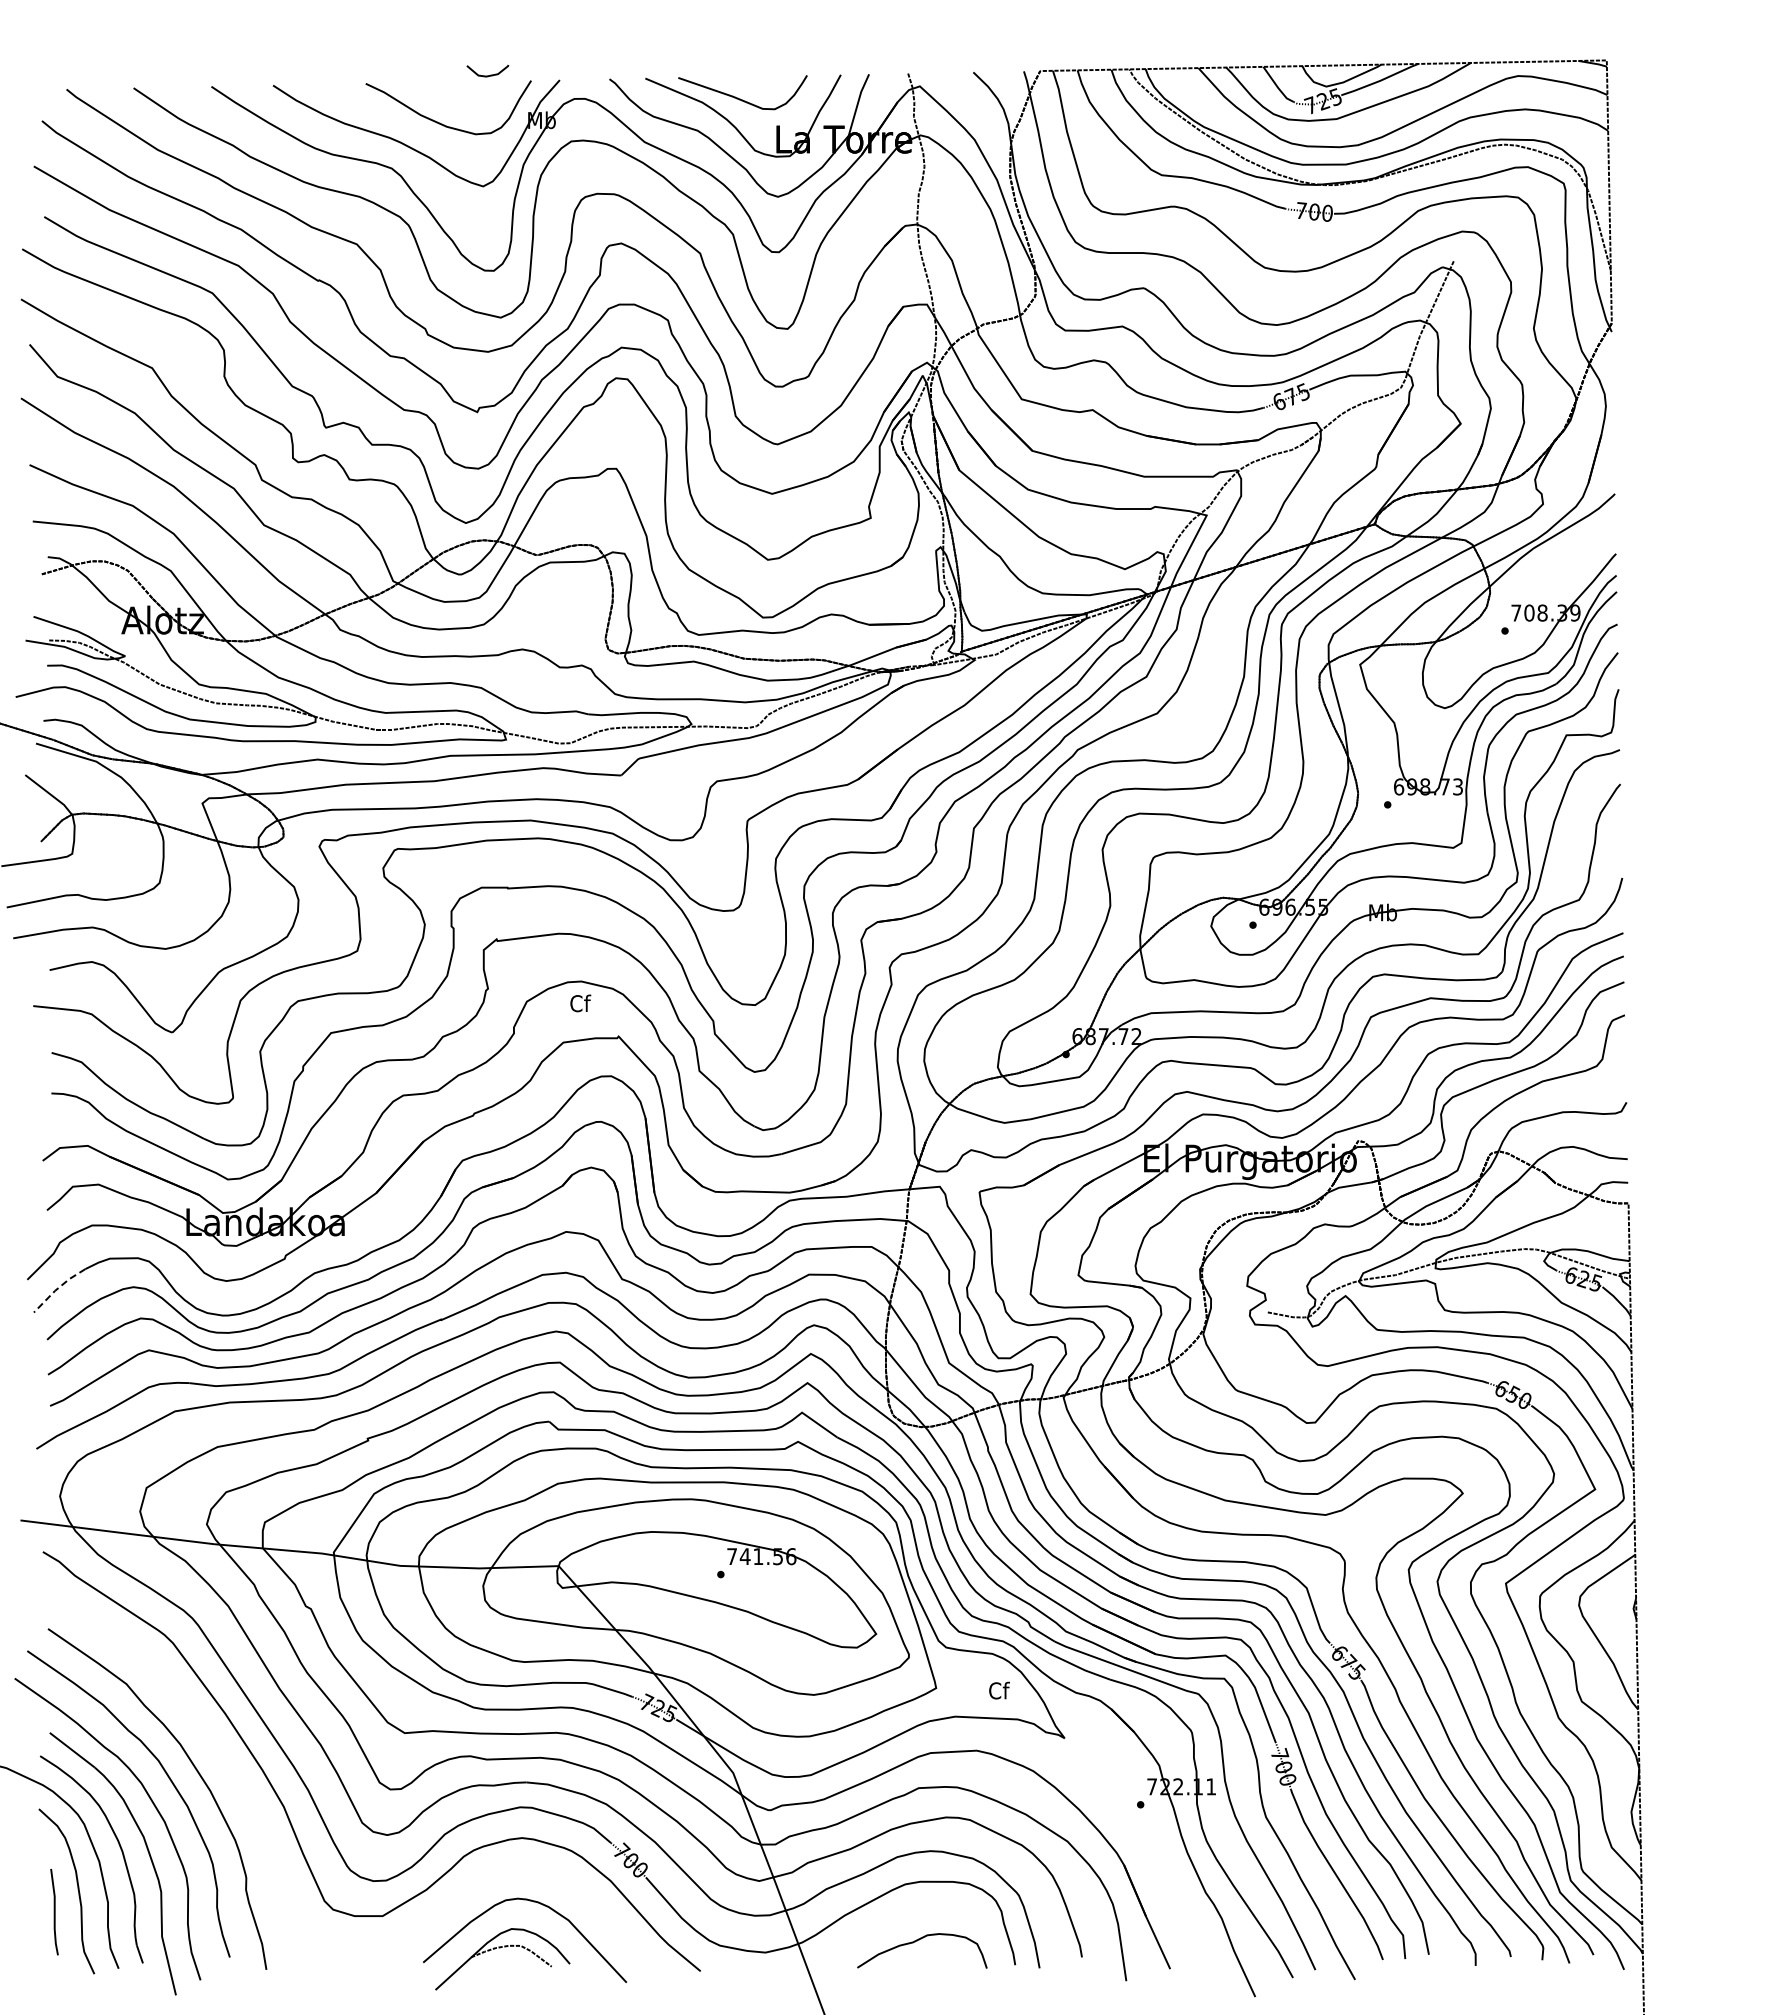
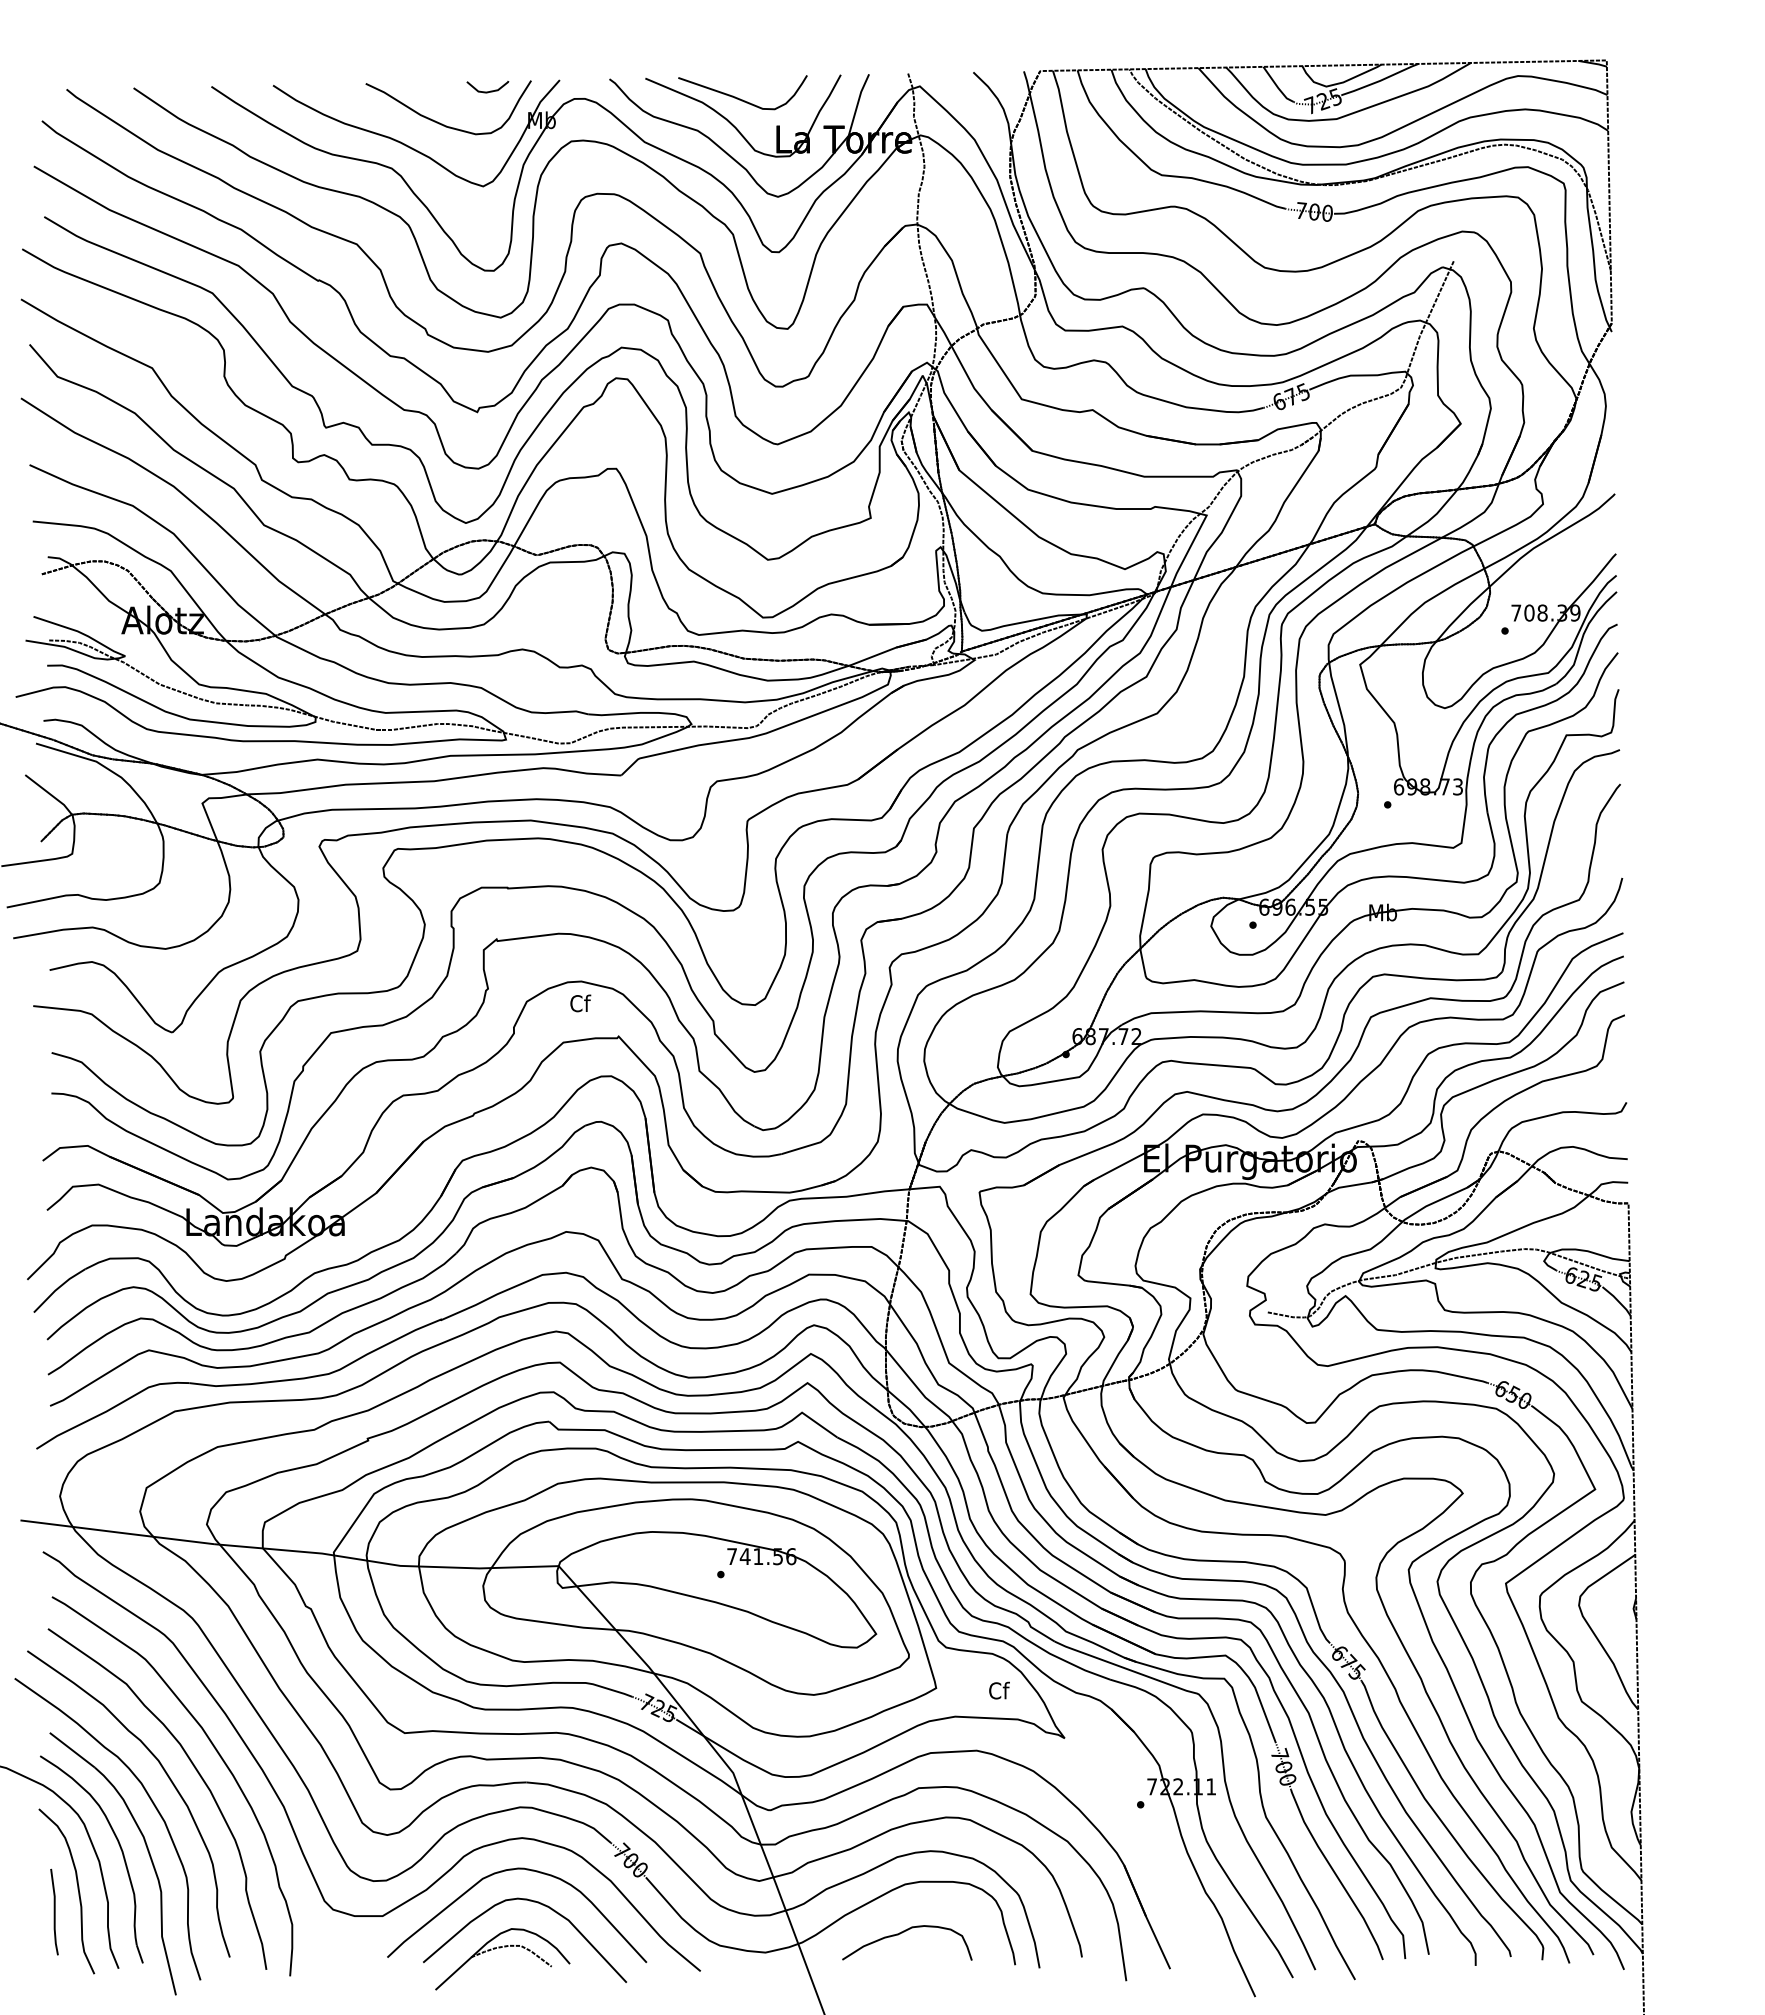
curve at (487, 75) position: (487, 75) -> (487, 91)
line at (57, 1288): dashed -> solid
curve at (220, 1758): none -> present
curve at (513, 1870): none -> present
curve at (917, 1941) position: (917, 1941) -> (902, 1933)
